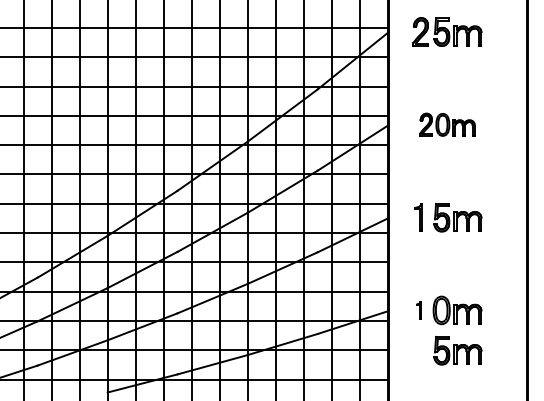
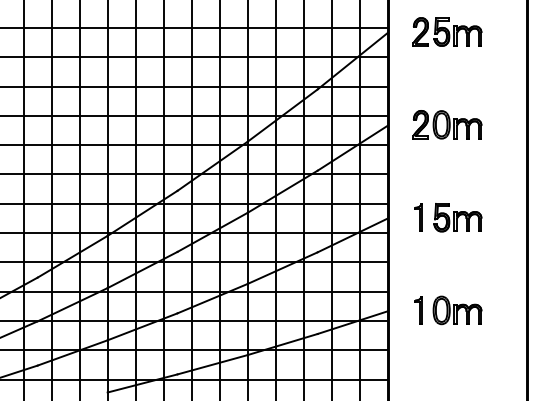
part at (447, 124) size: 57x25 px -> 71x30 px
part at (418, 310) size: 6x19 px -> 9x29 px
part at (457, 350): present -> none
